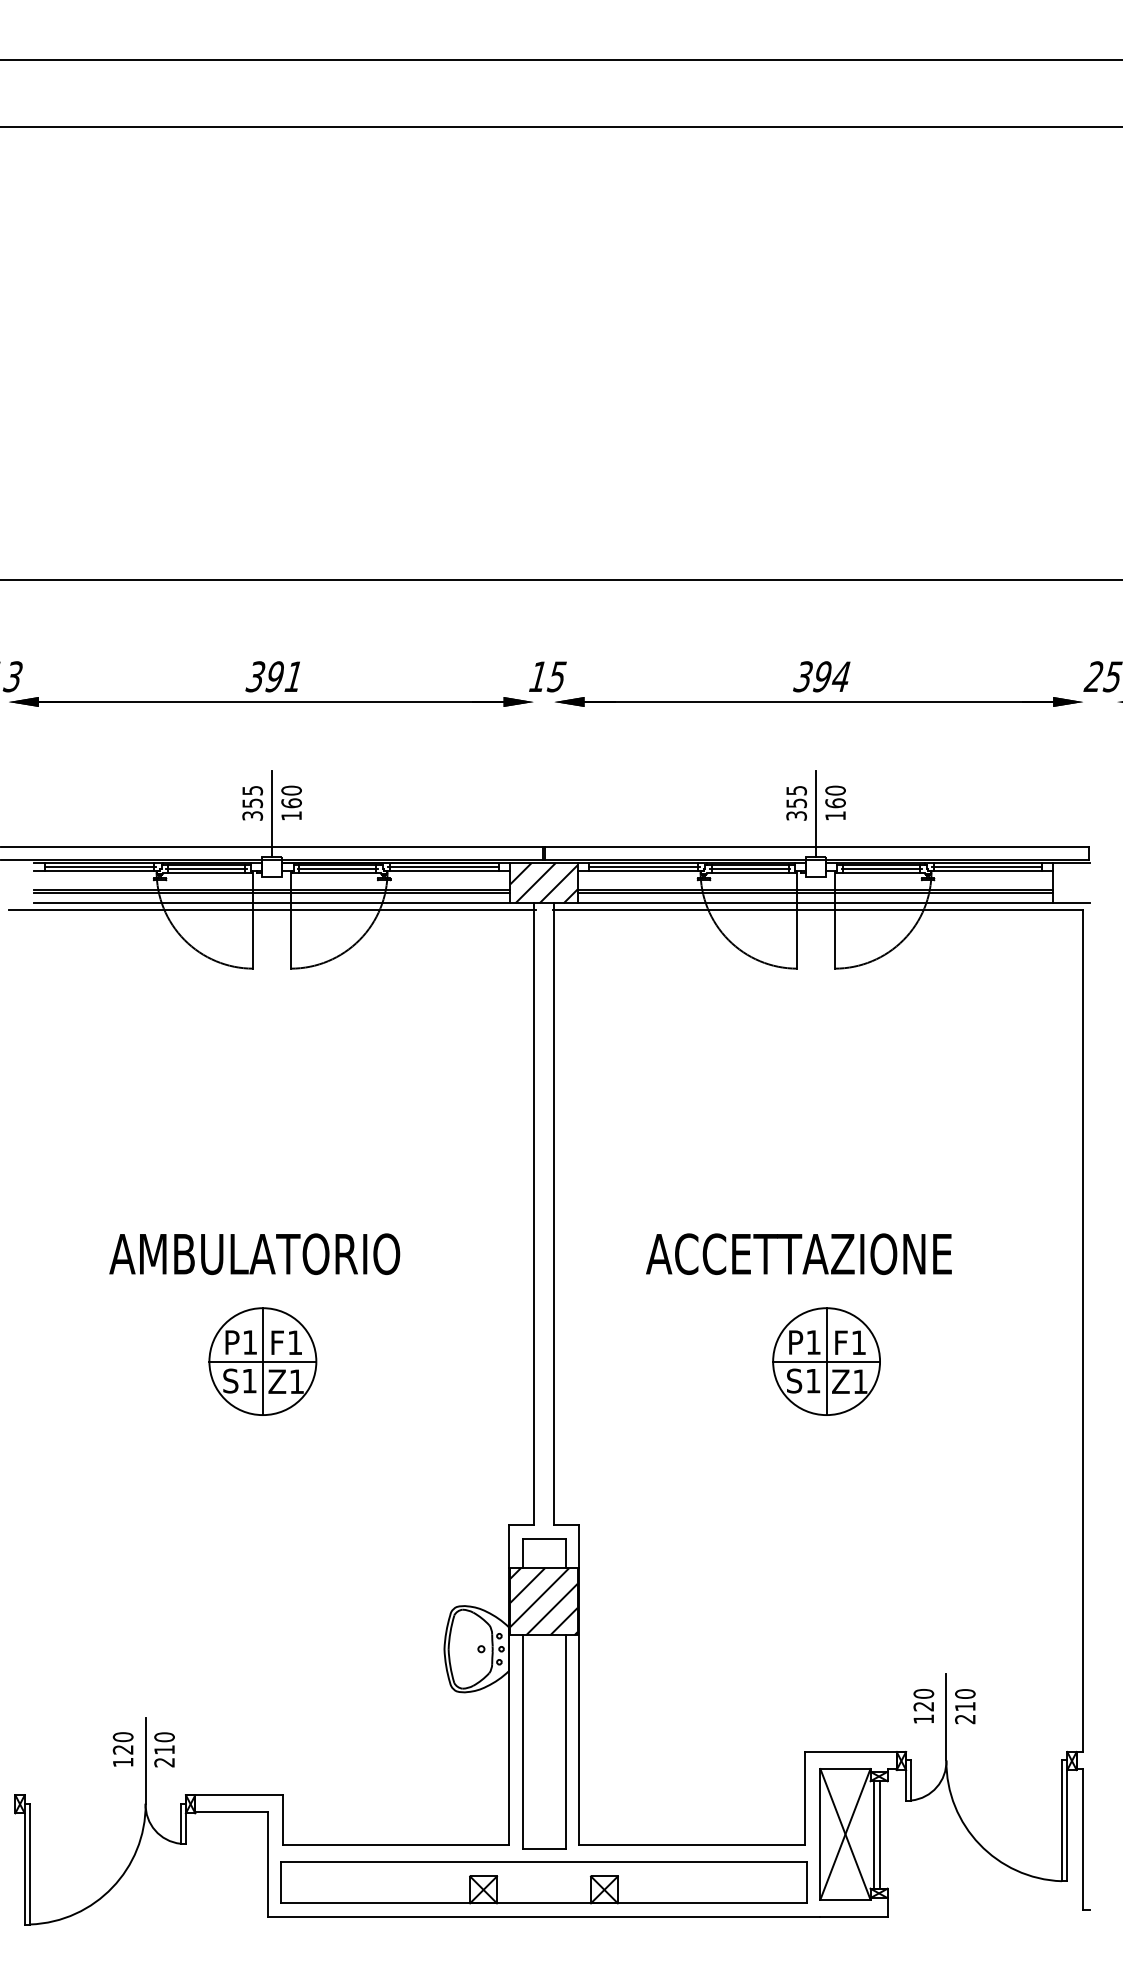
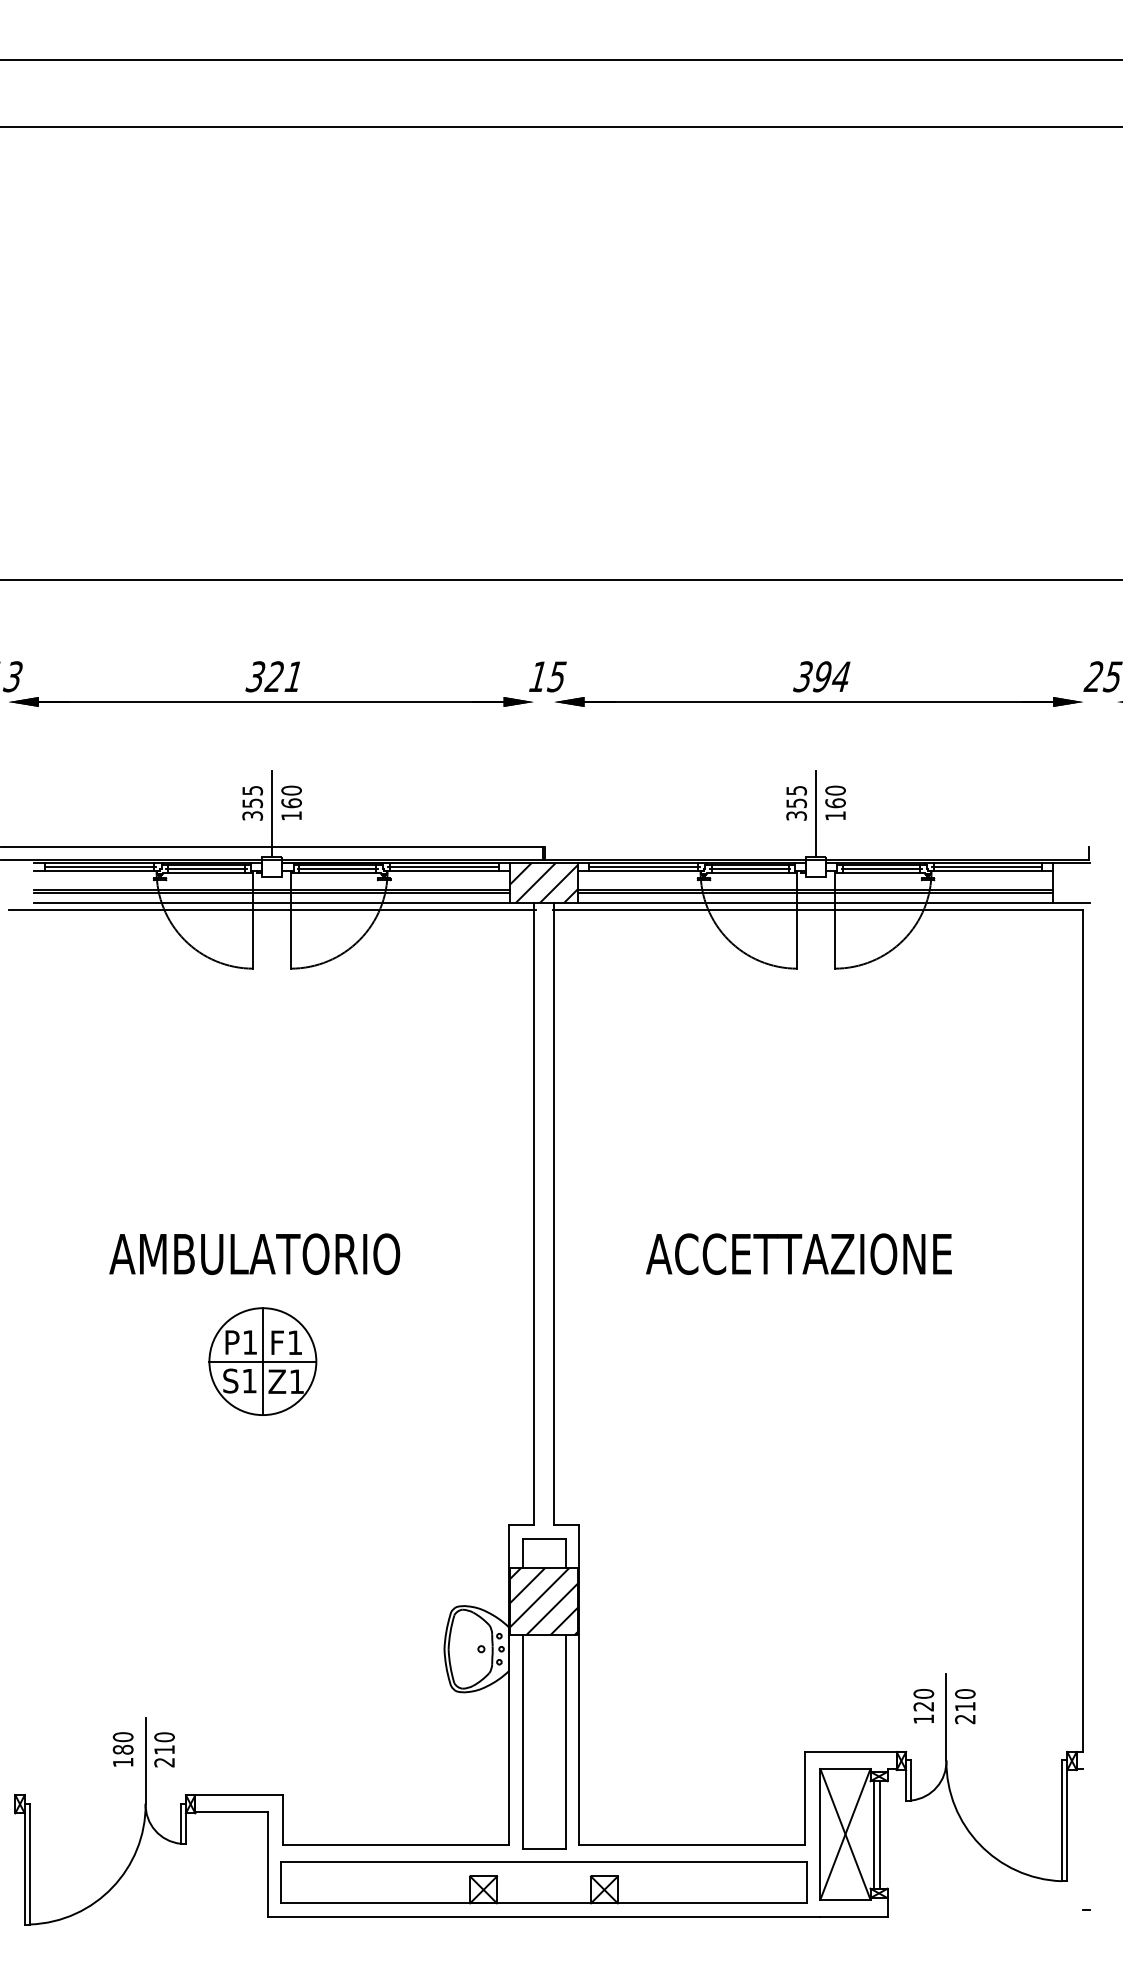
text at (273, 676): 391 -> 321
line at (816, 846): present -> none
part at (826, 1361): present -> none
text at (123, 1749): 120 -> 180
line at (1083, 1839): present -> none
